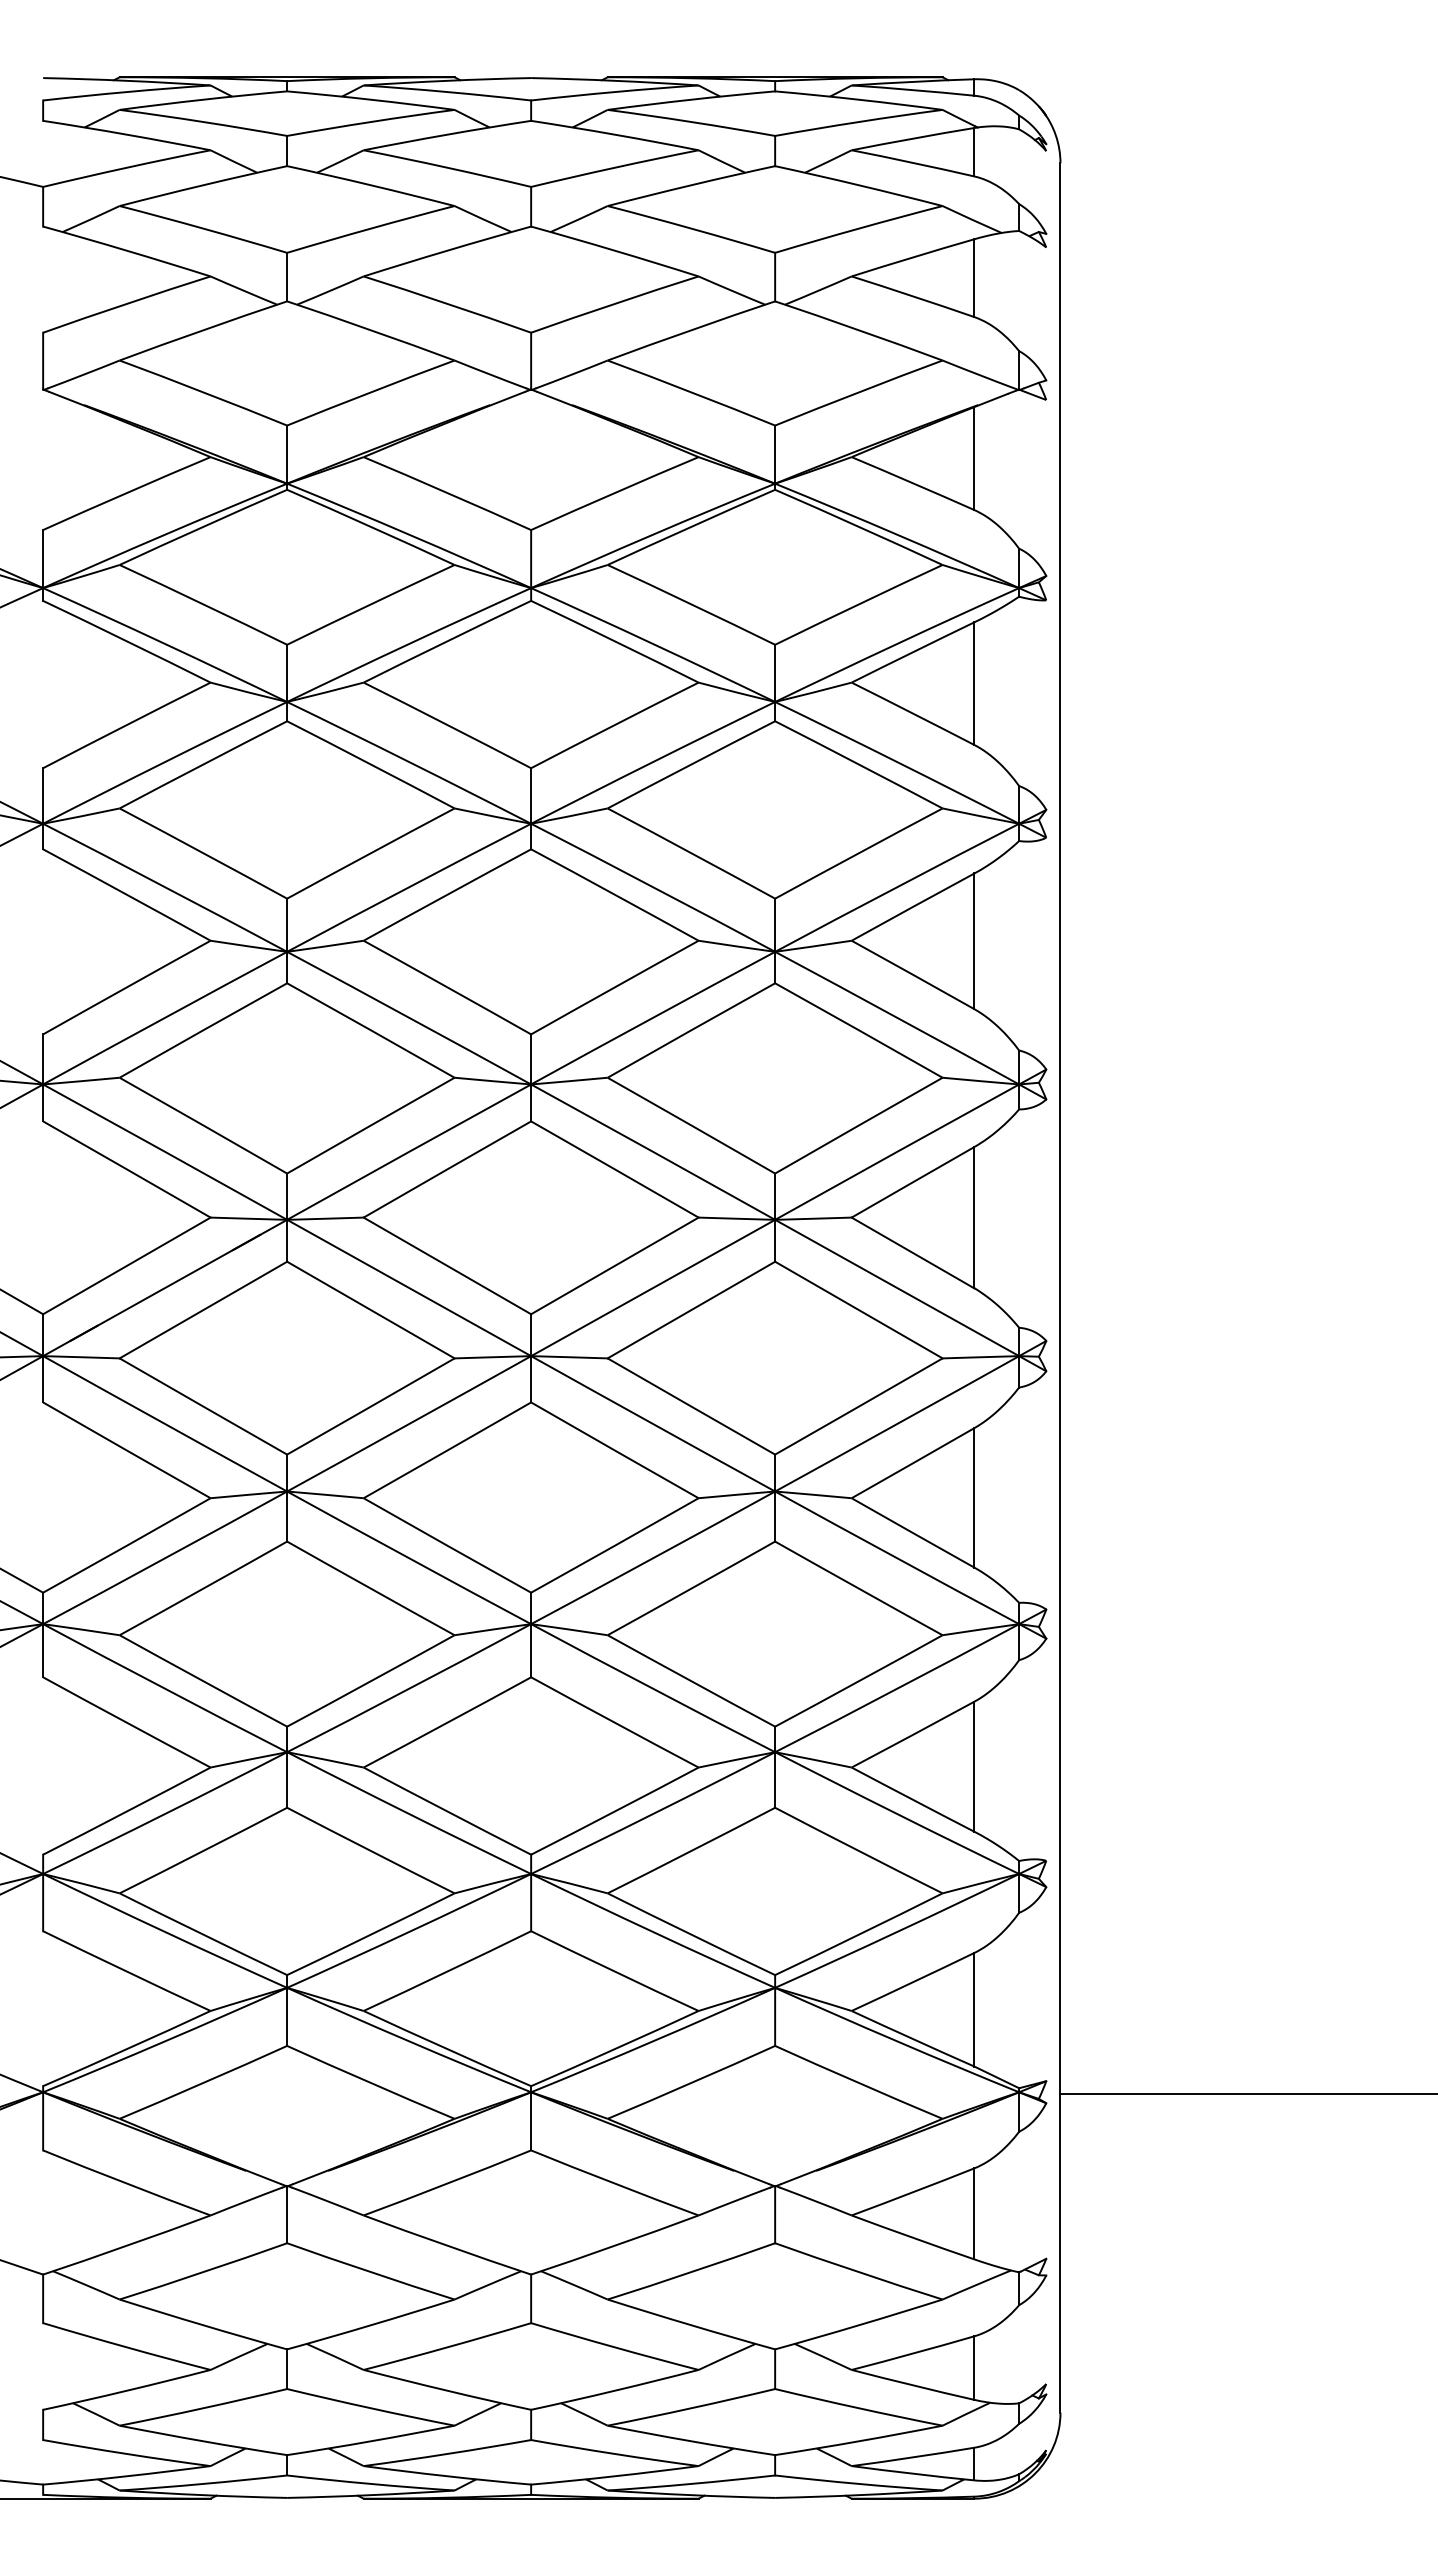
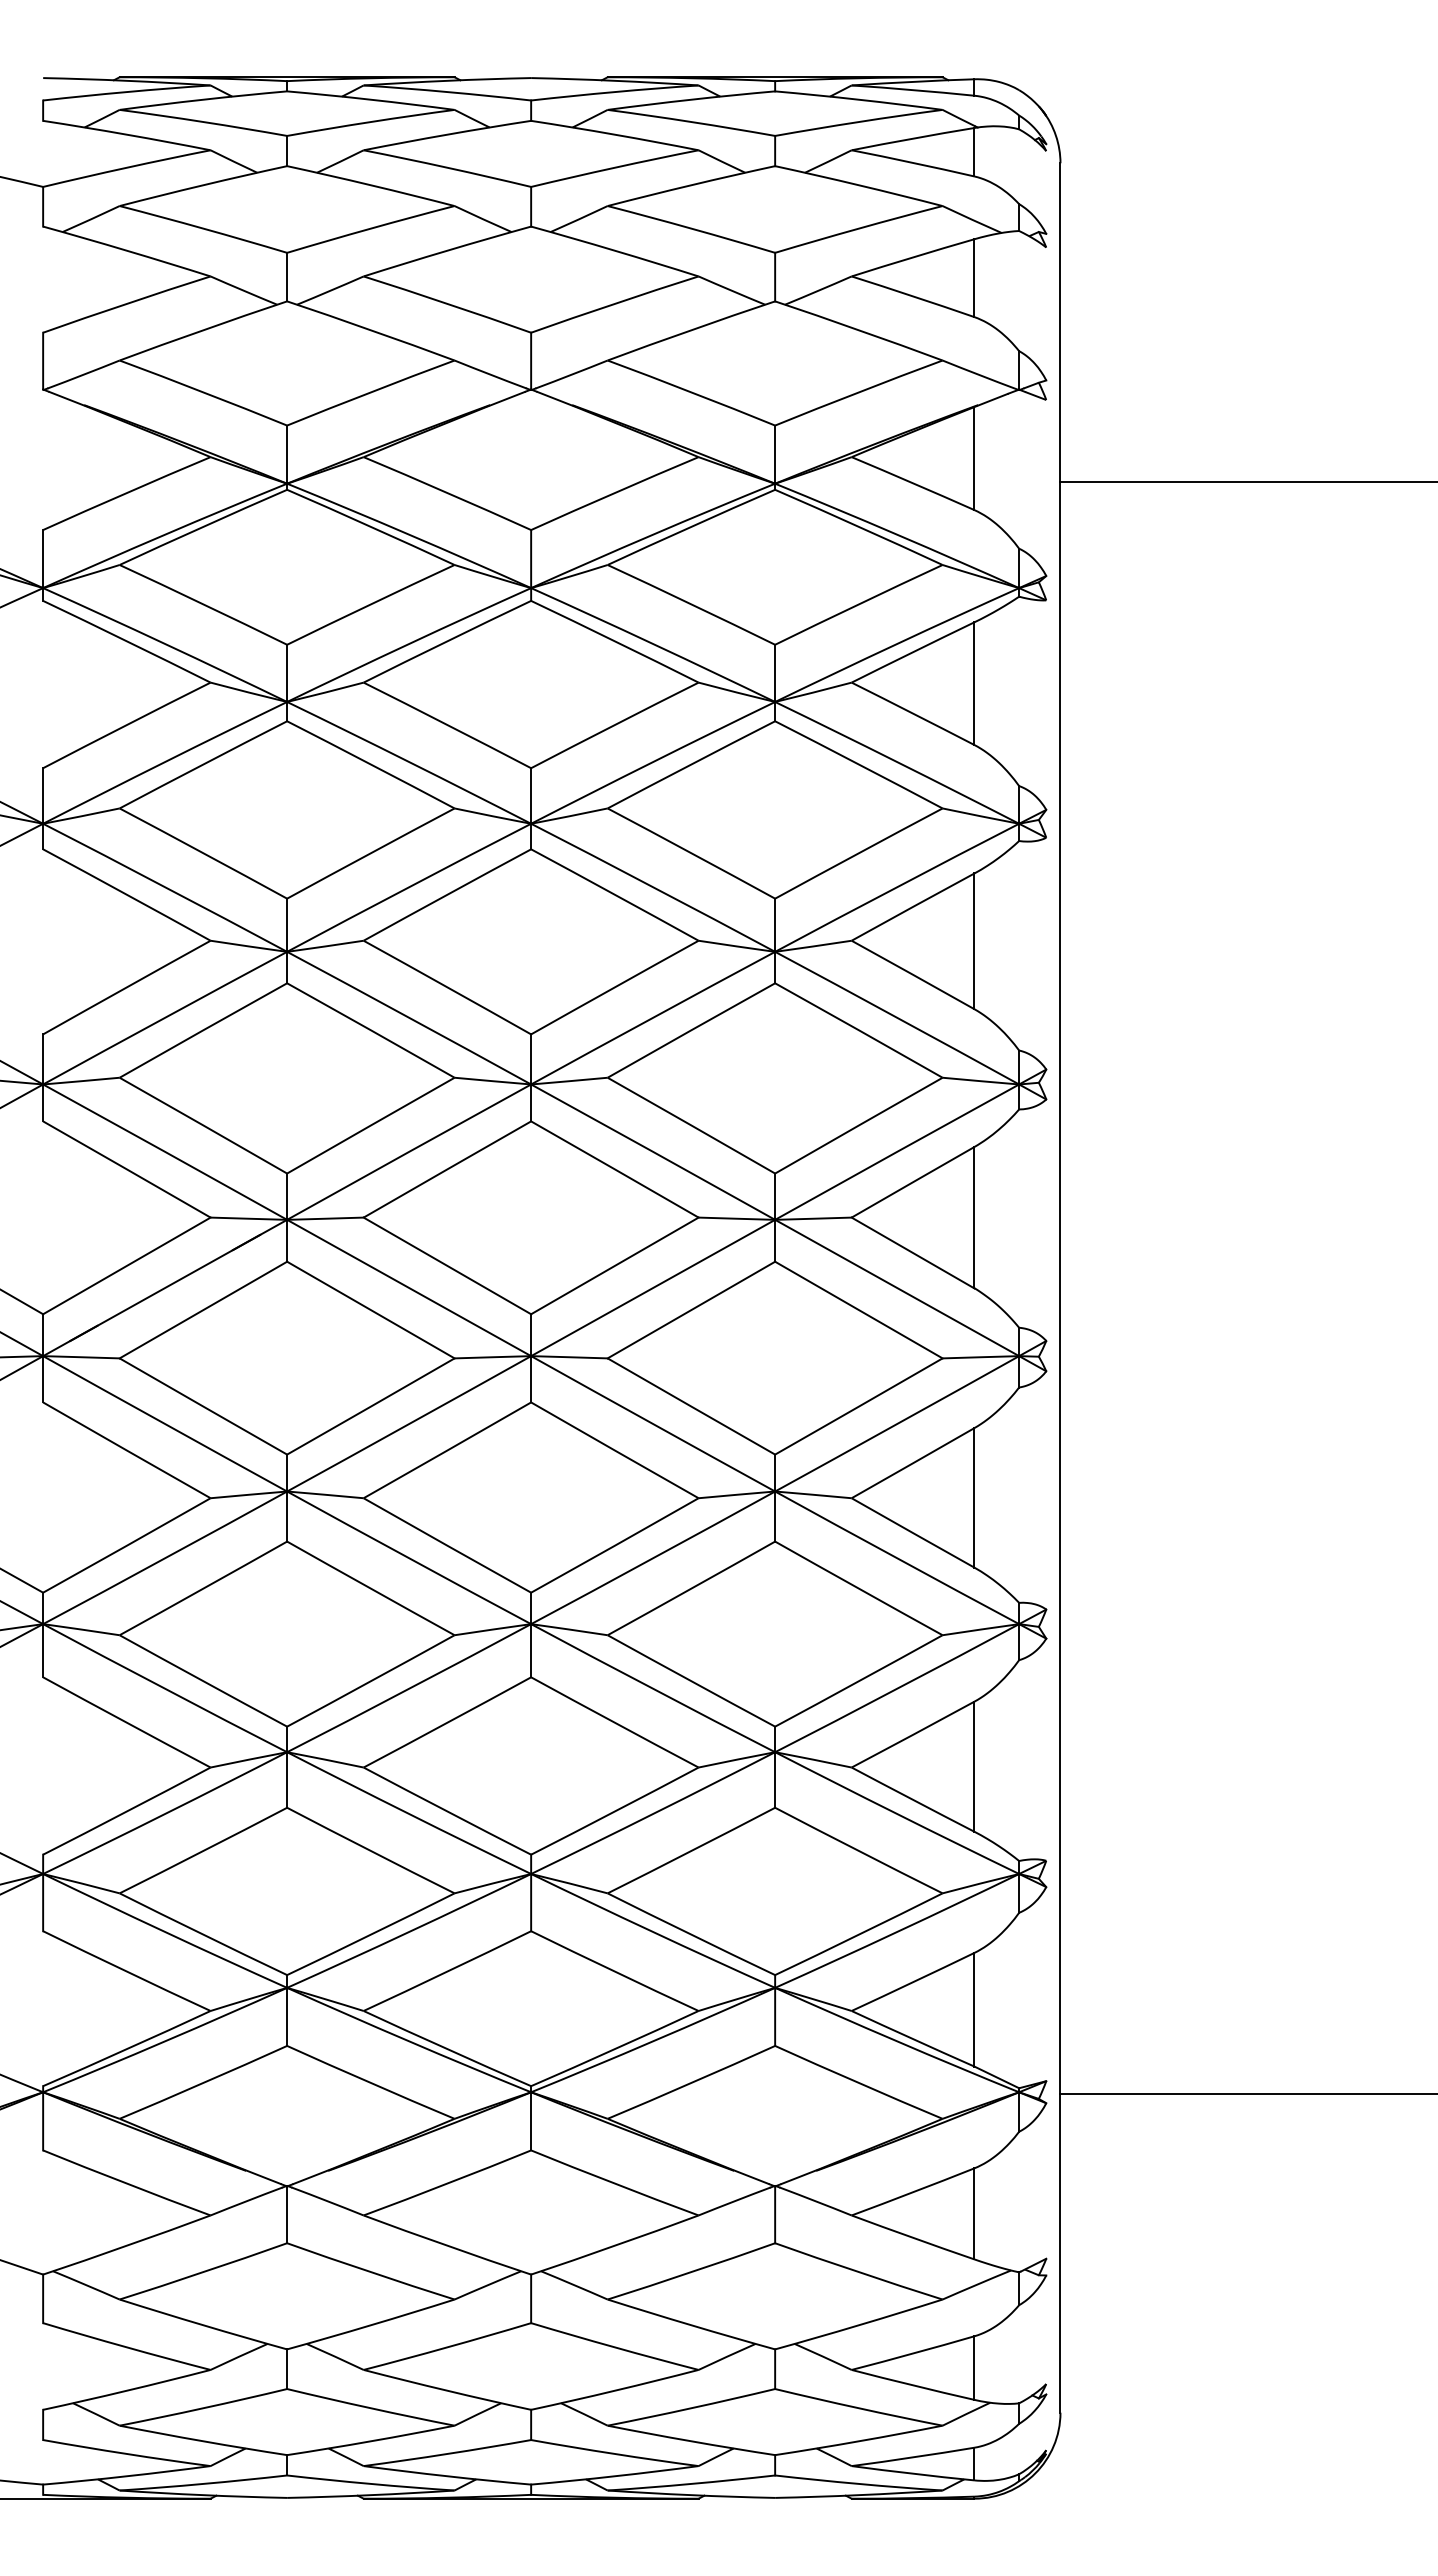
line at (1247, 481): none -> present
